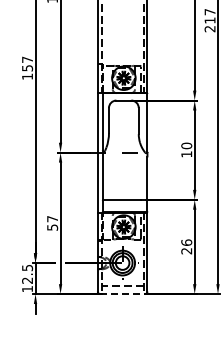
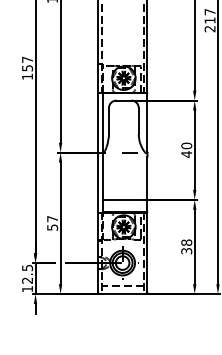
text at (186, 154): 10 -> 40
text at (186, 246): 26 -> 38
line at (123, 294): dashed -> solid
